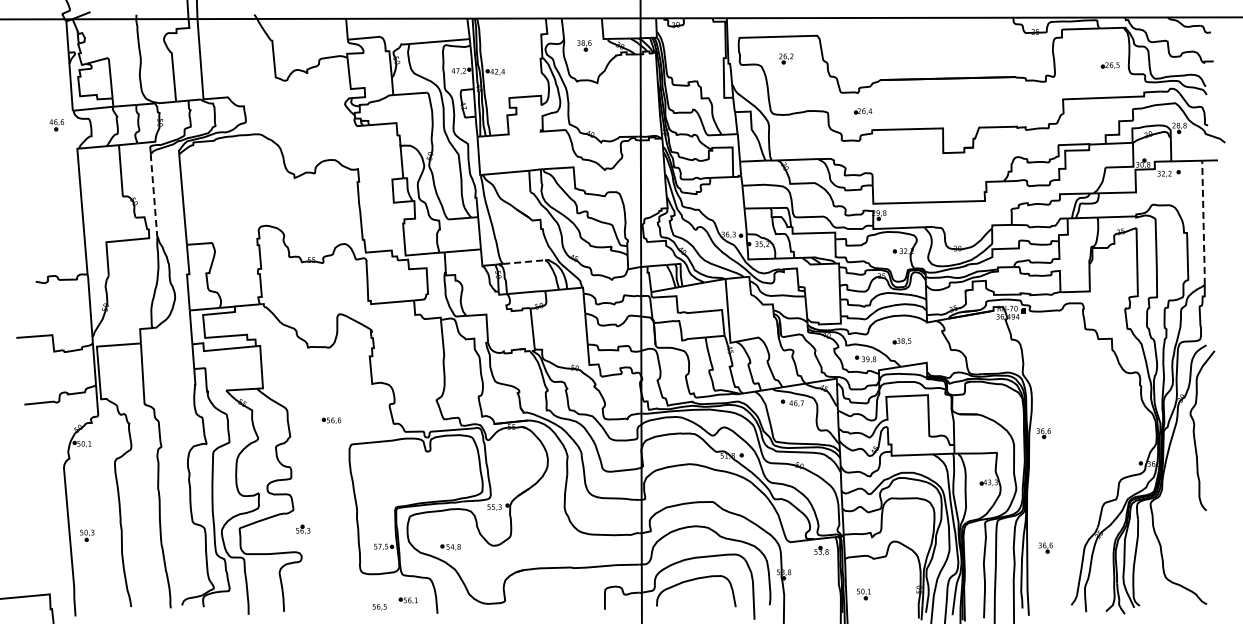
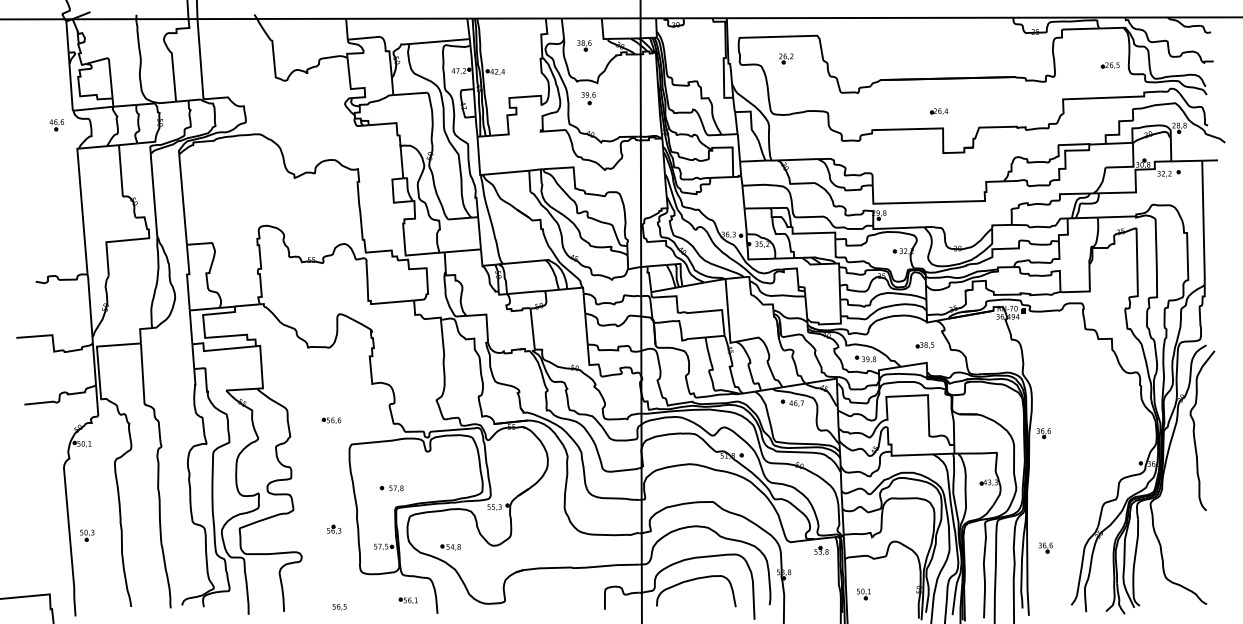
part at (588, 98): none -> present
part at (862, 111) position: (862, 111) -> (938, 111)
line at (154, 196): dashed -> solid
line at (1203, 222): dashed -> solid
line at (524, 262): dashed -> solid
part at (901, 341) position: (901, 341) -> (924, 345)
part at (391, 488): none -> present
part at (303, 529) position: (303, 529) -> (334, 529)
text at (379, 607) position: (379, 607) -> (339, 607)
